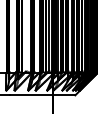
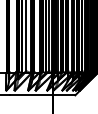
line at (26, 36): none -> present
